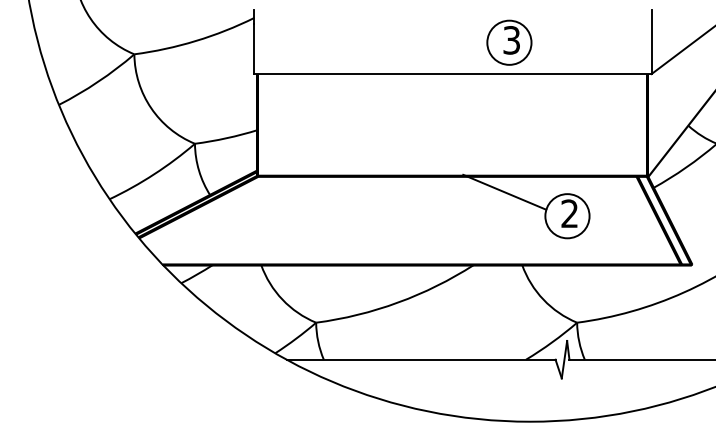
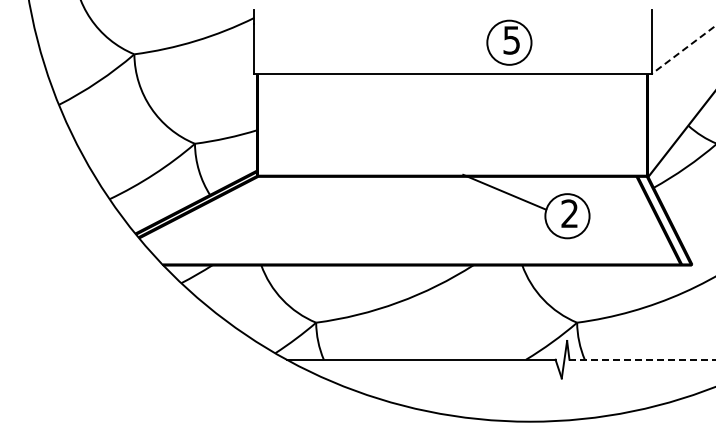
text at (511, 40): 3 -> 5
line at (683, 50): solid -> dashed
line at (643, 359): solid -> dashed
